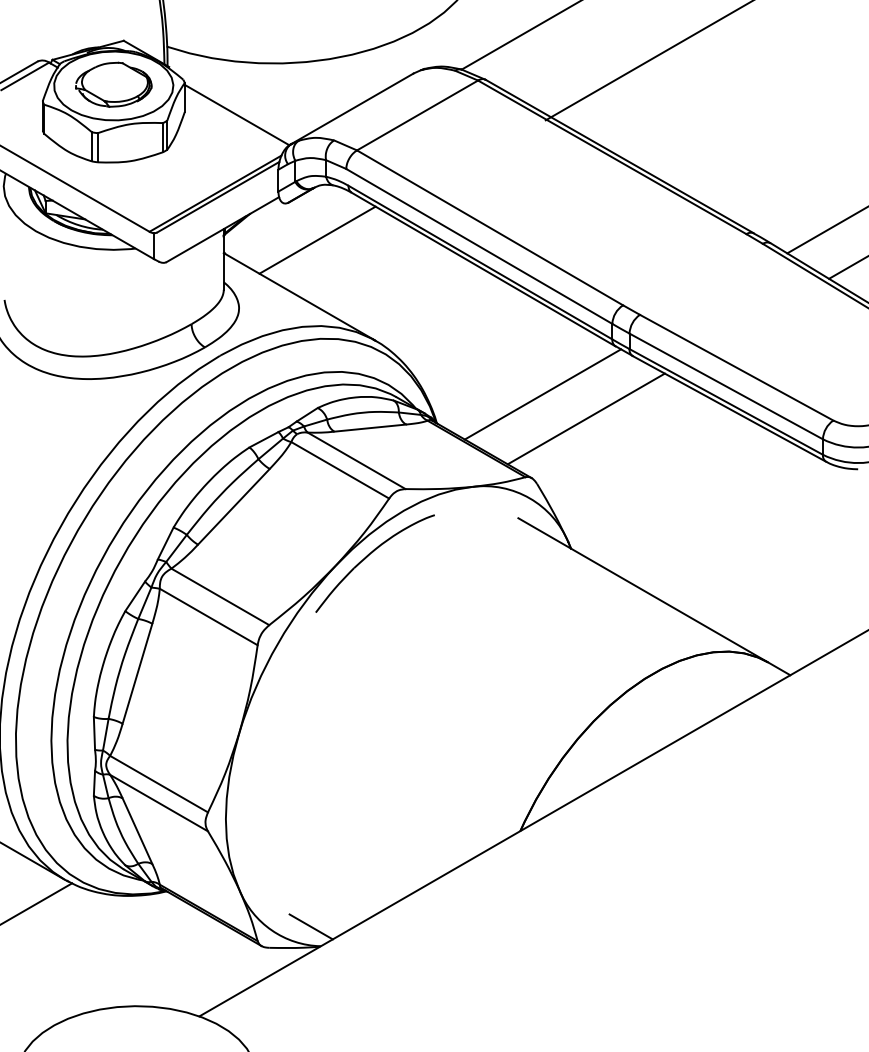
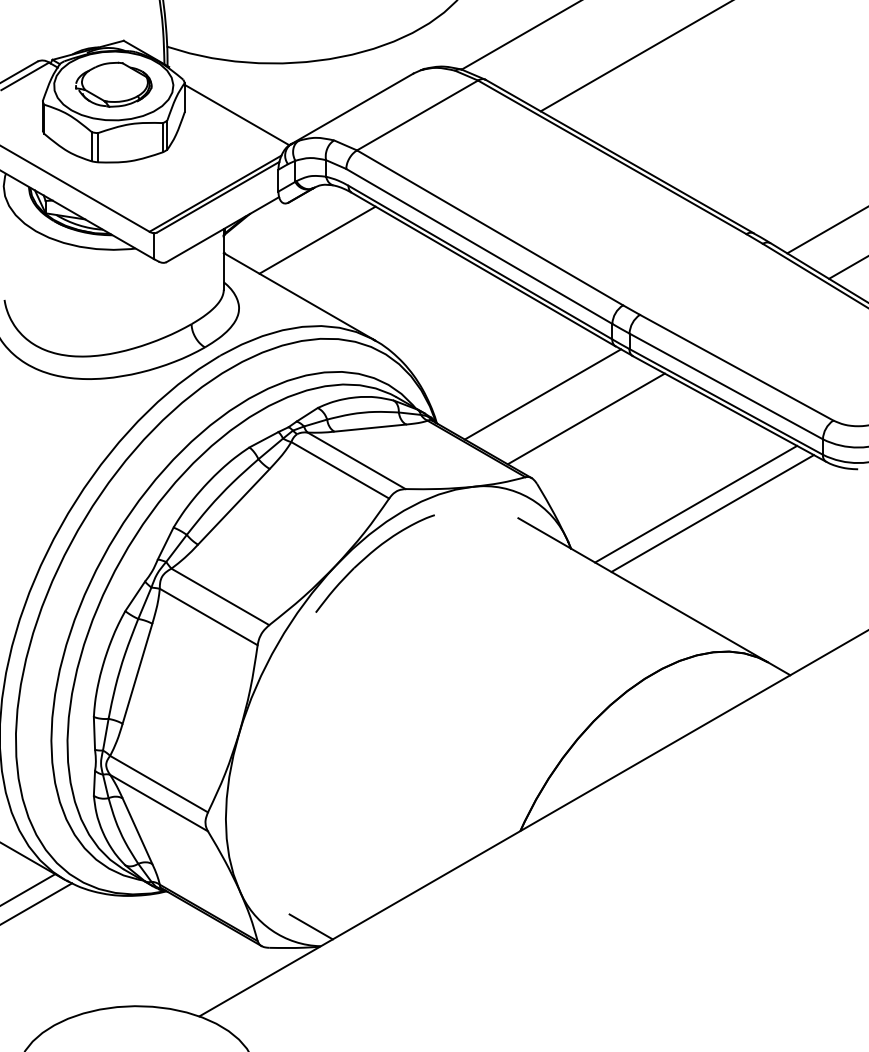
line at (647, 61) position: (647, 61) -> (634, 56)
line at (696, 503): none -> present
line at (712, 513): none -> present
line at (28, 889): none -> present
